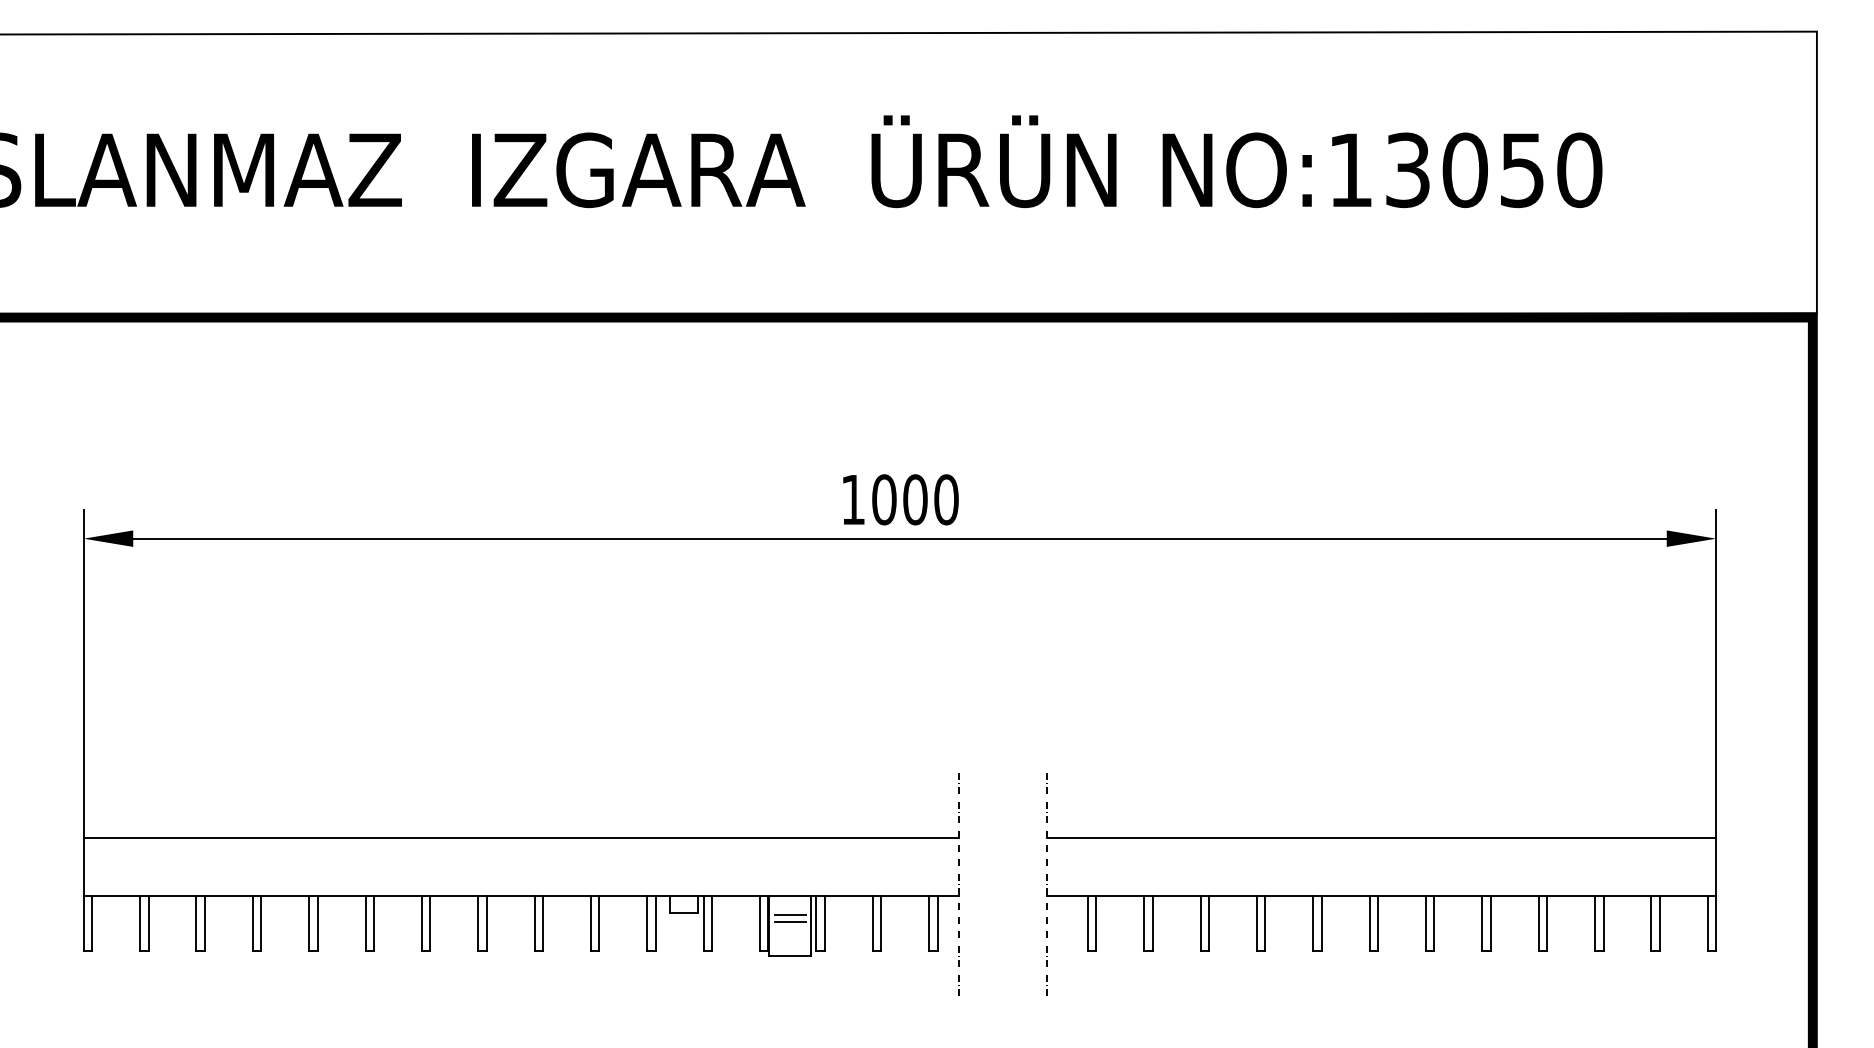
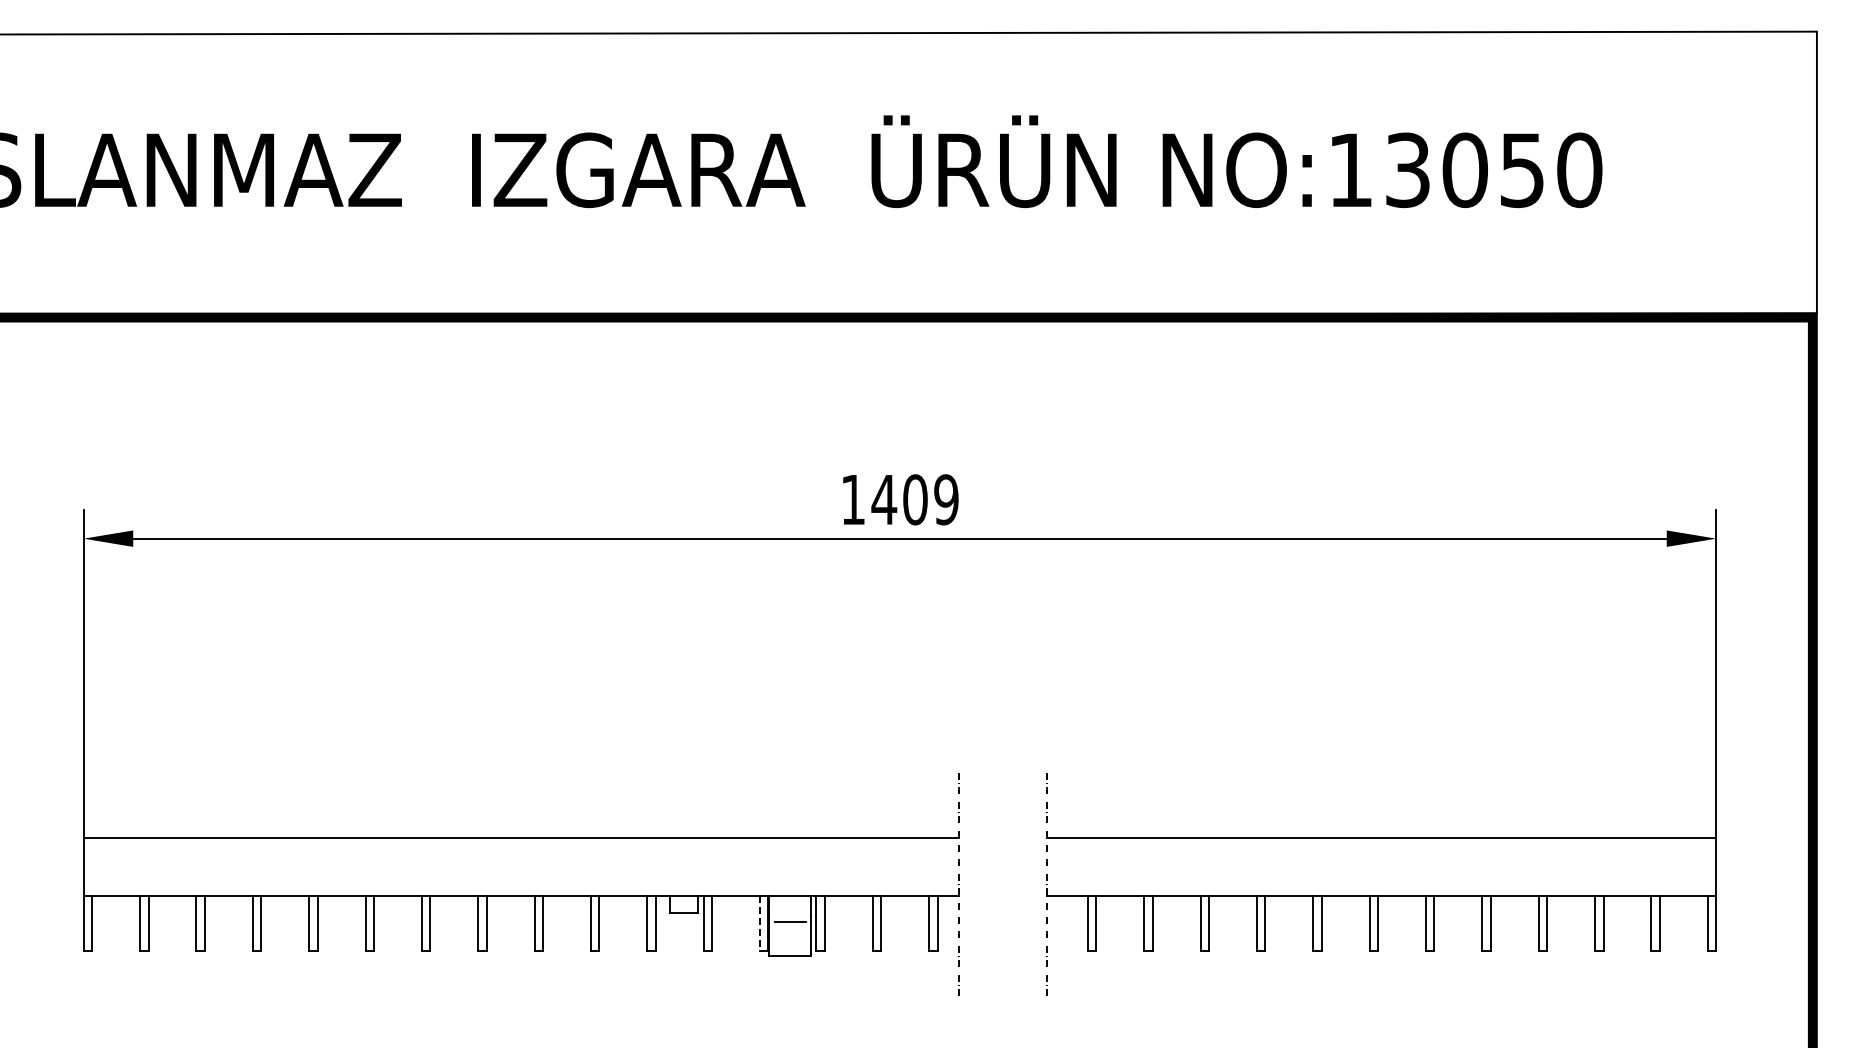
text at (914, 499): 1000 -> 1409
line at (789, 915): present -> none
line at (759, 923): solid -> dashed
